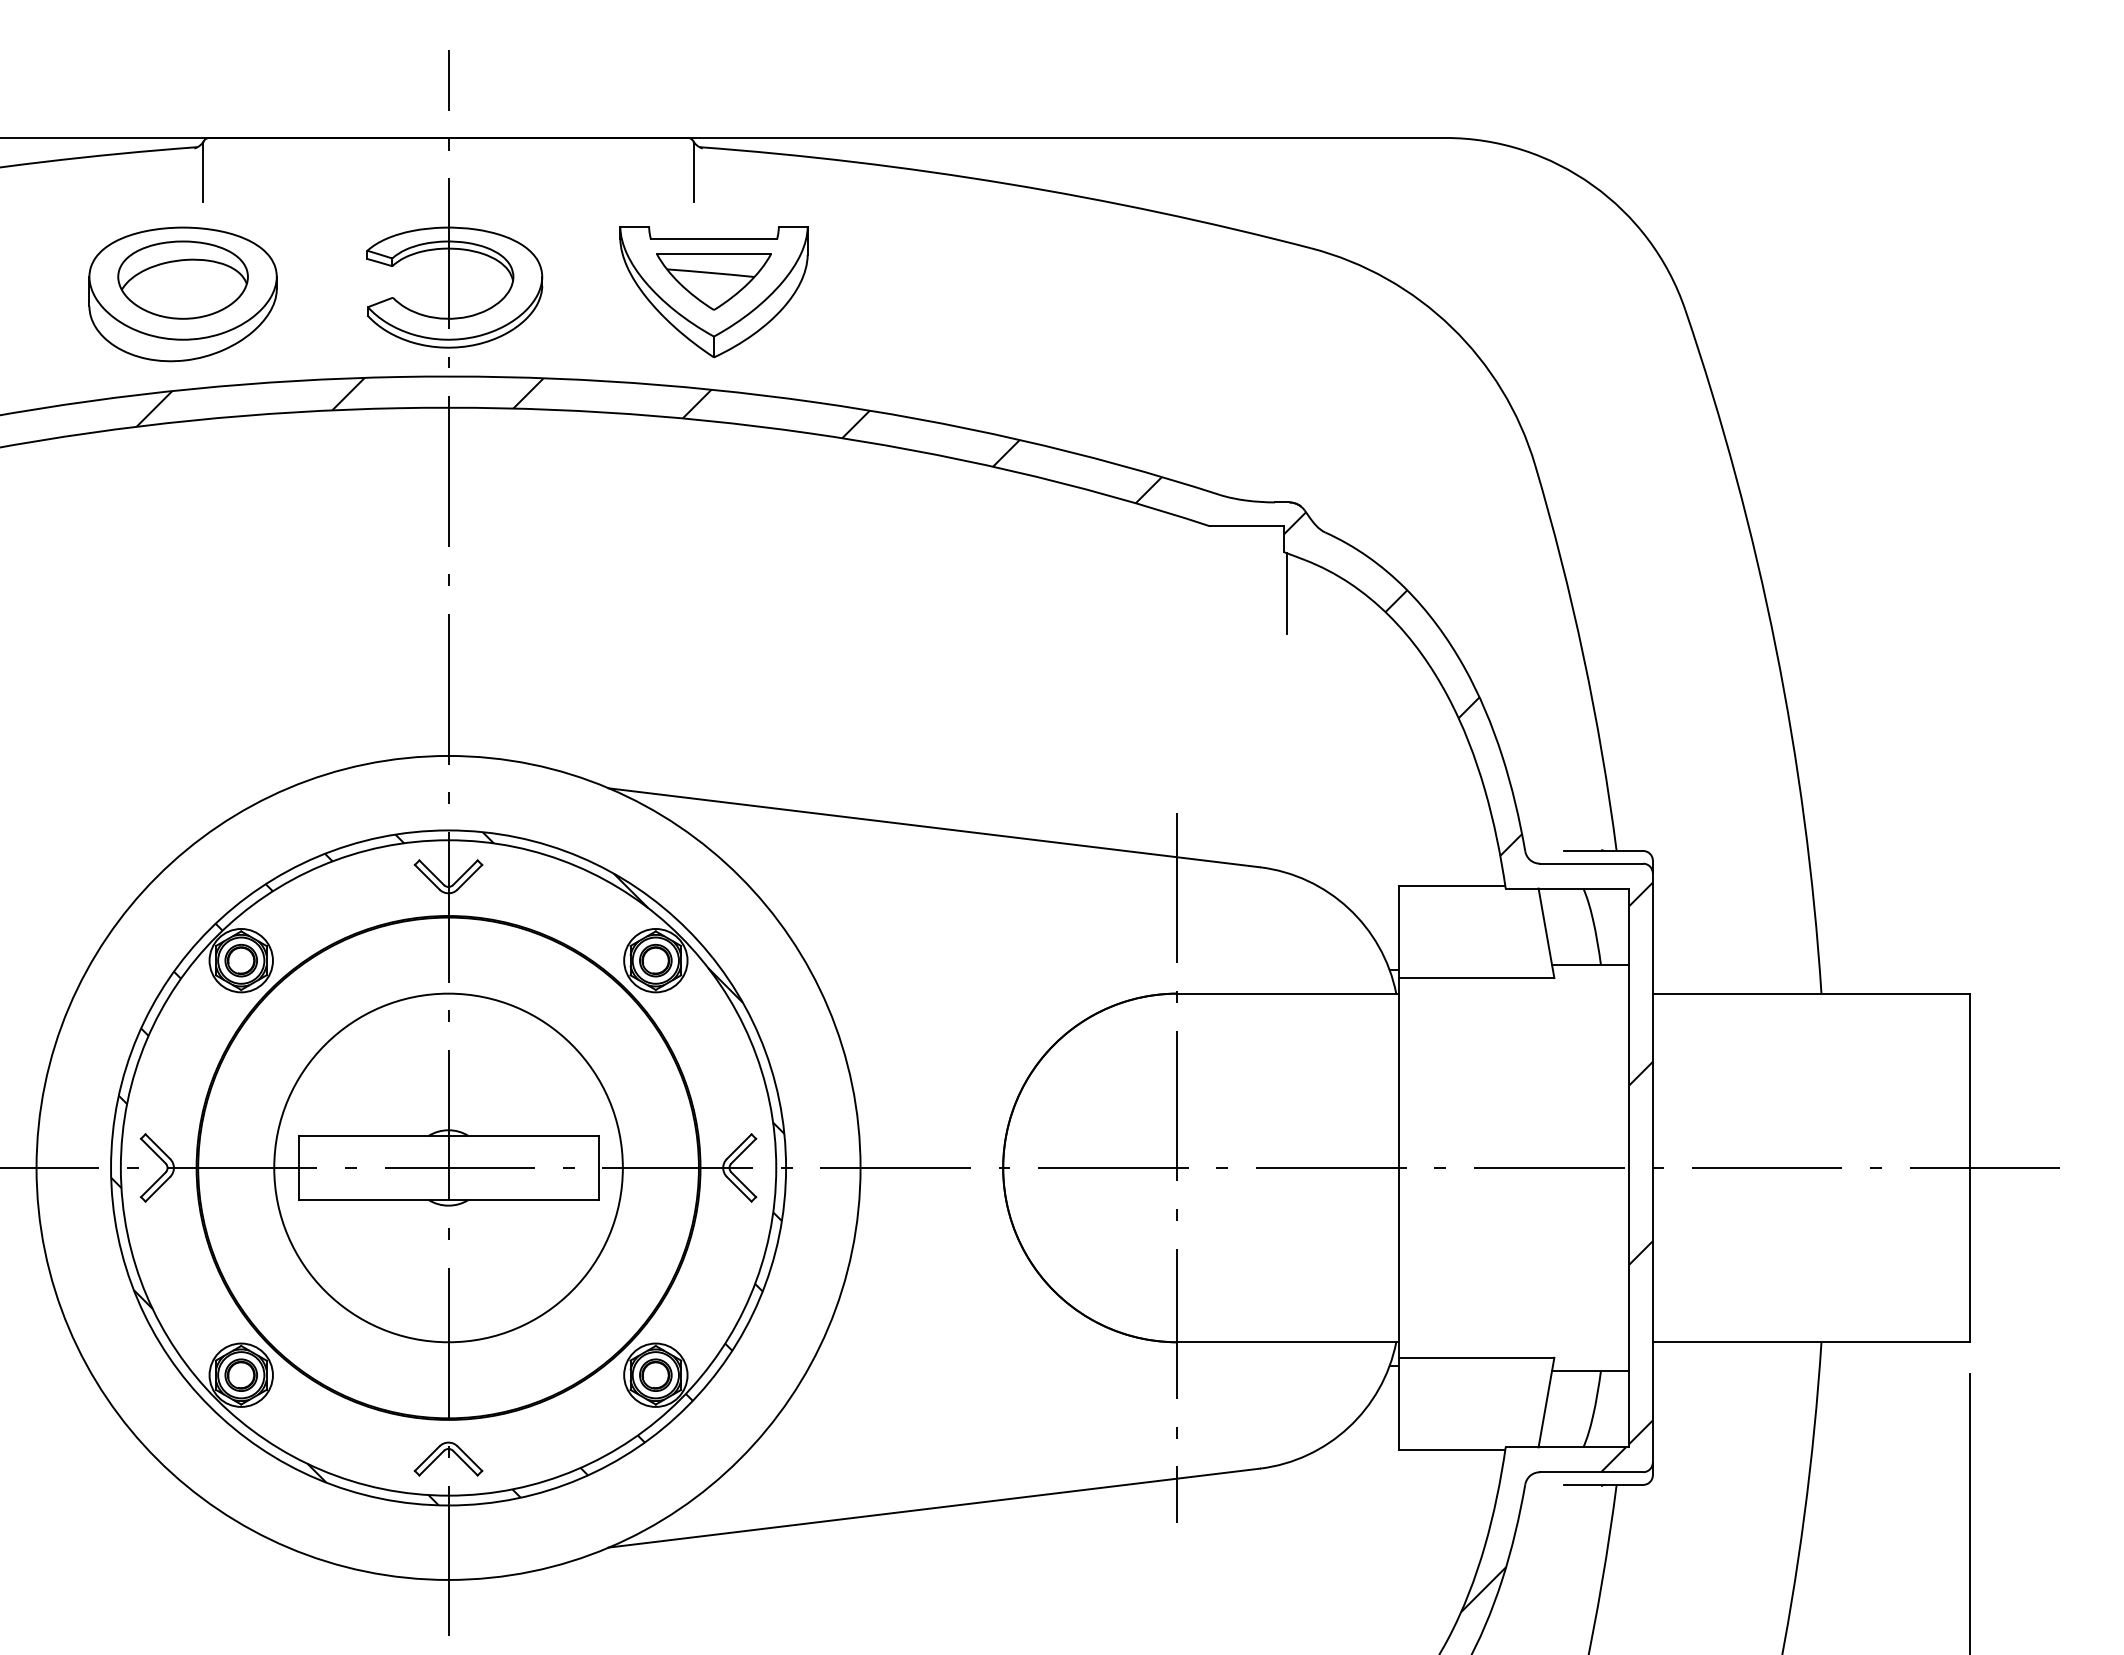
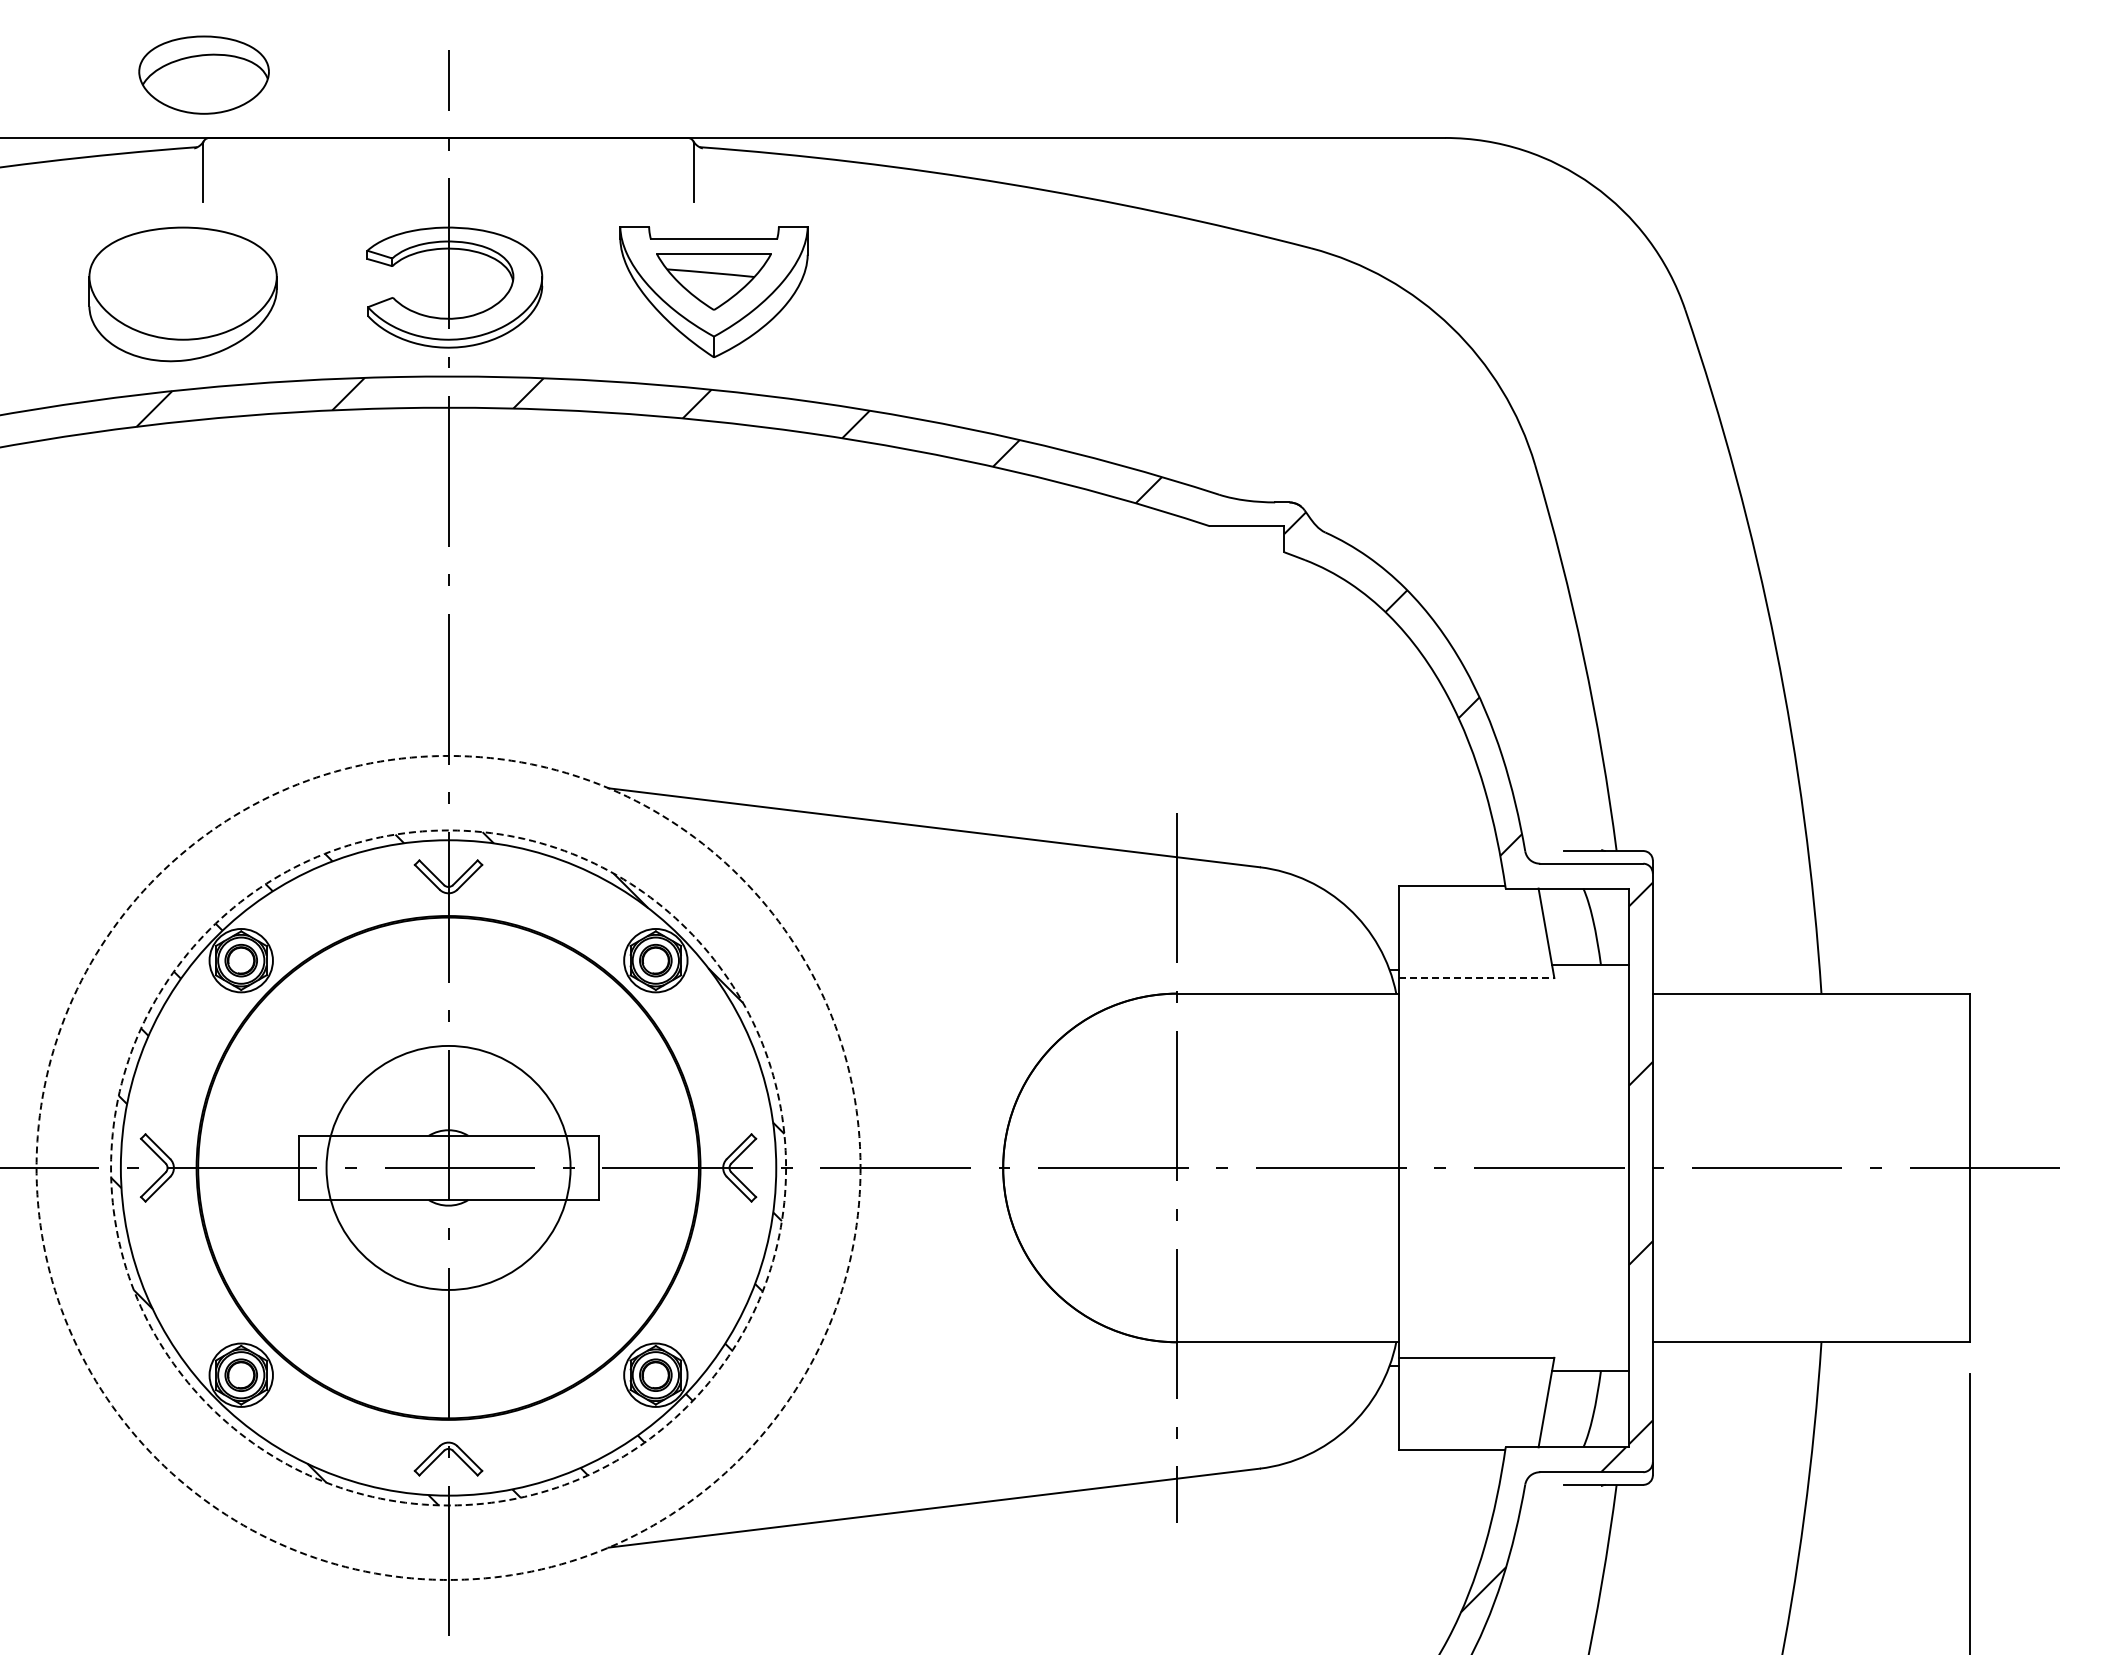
part at (182, 279) position: (182, 279) -> (203, 74)
line at (1287, 593): present -> none
line at (1476, 978): solid -> dashed
circle at (448, 1167) diameter: 349 px -> 244 px
circle at (448, 1167): solid -> dashed
circle at (448, 1167): solid -> dashed
